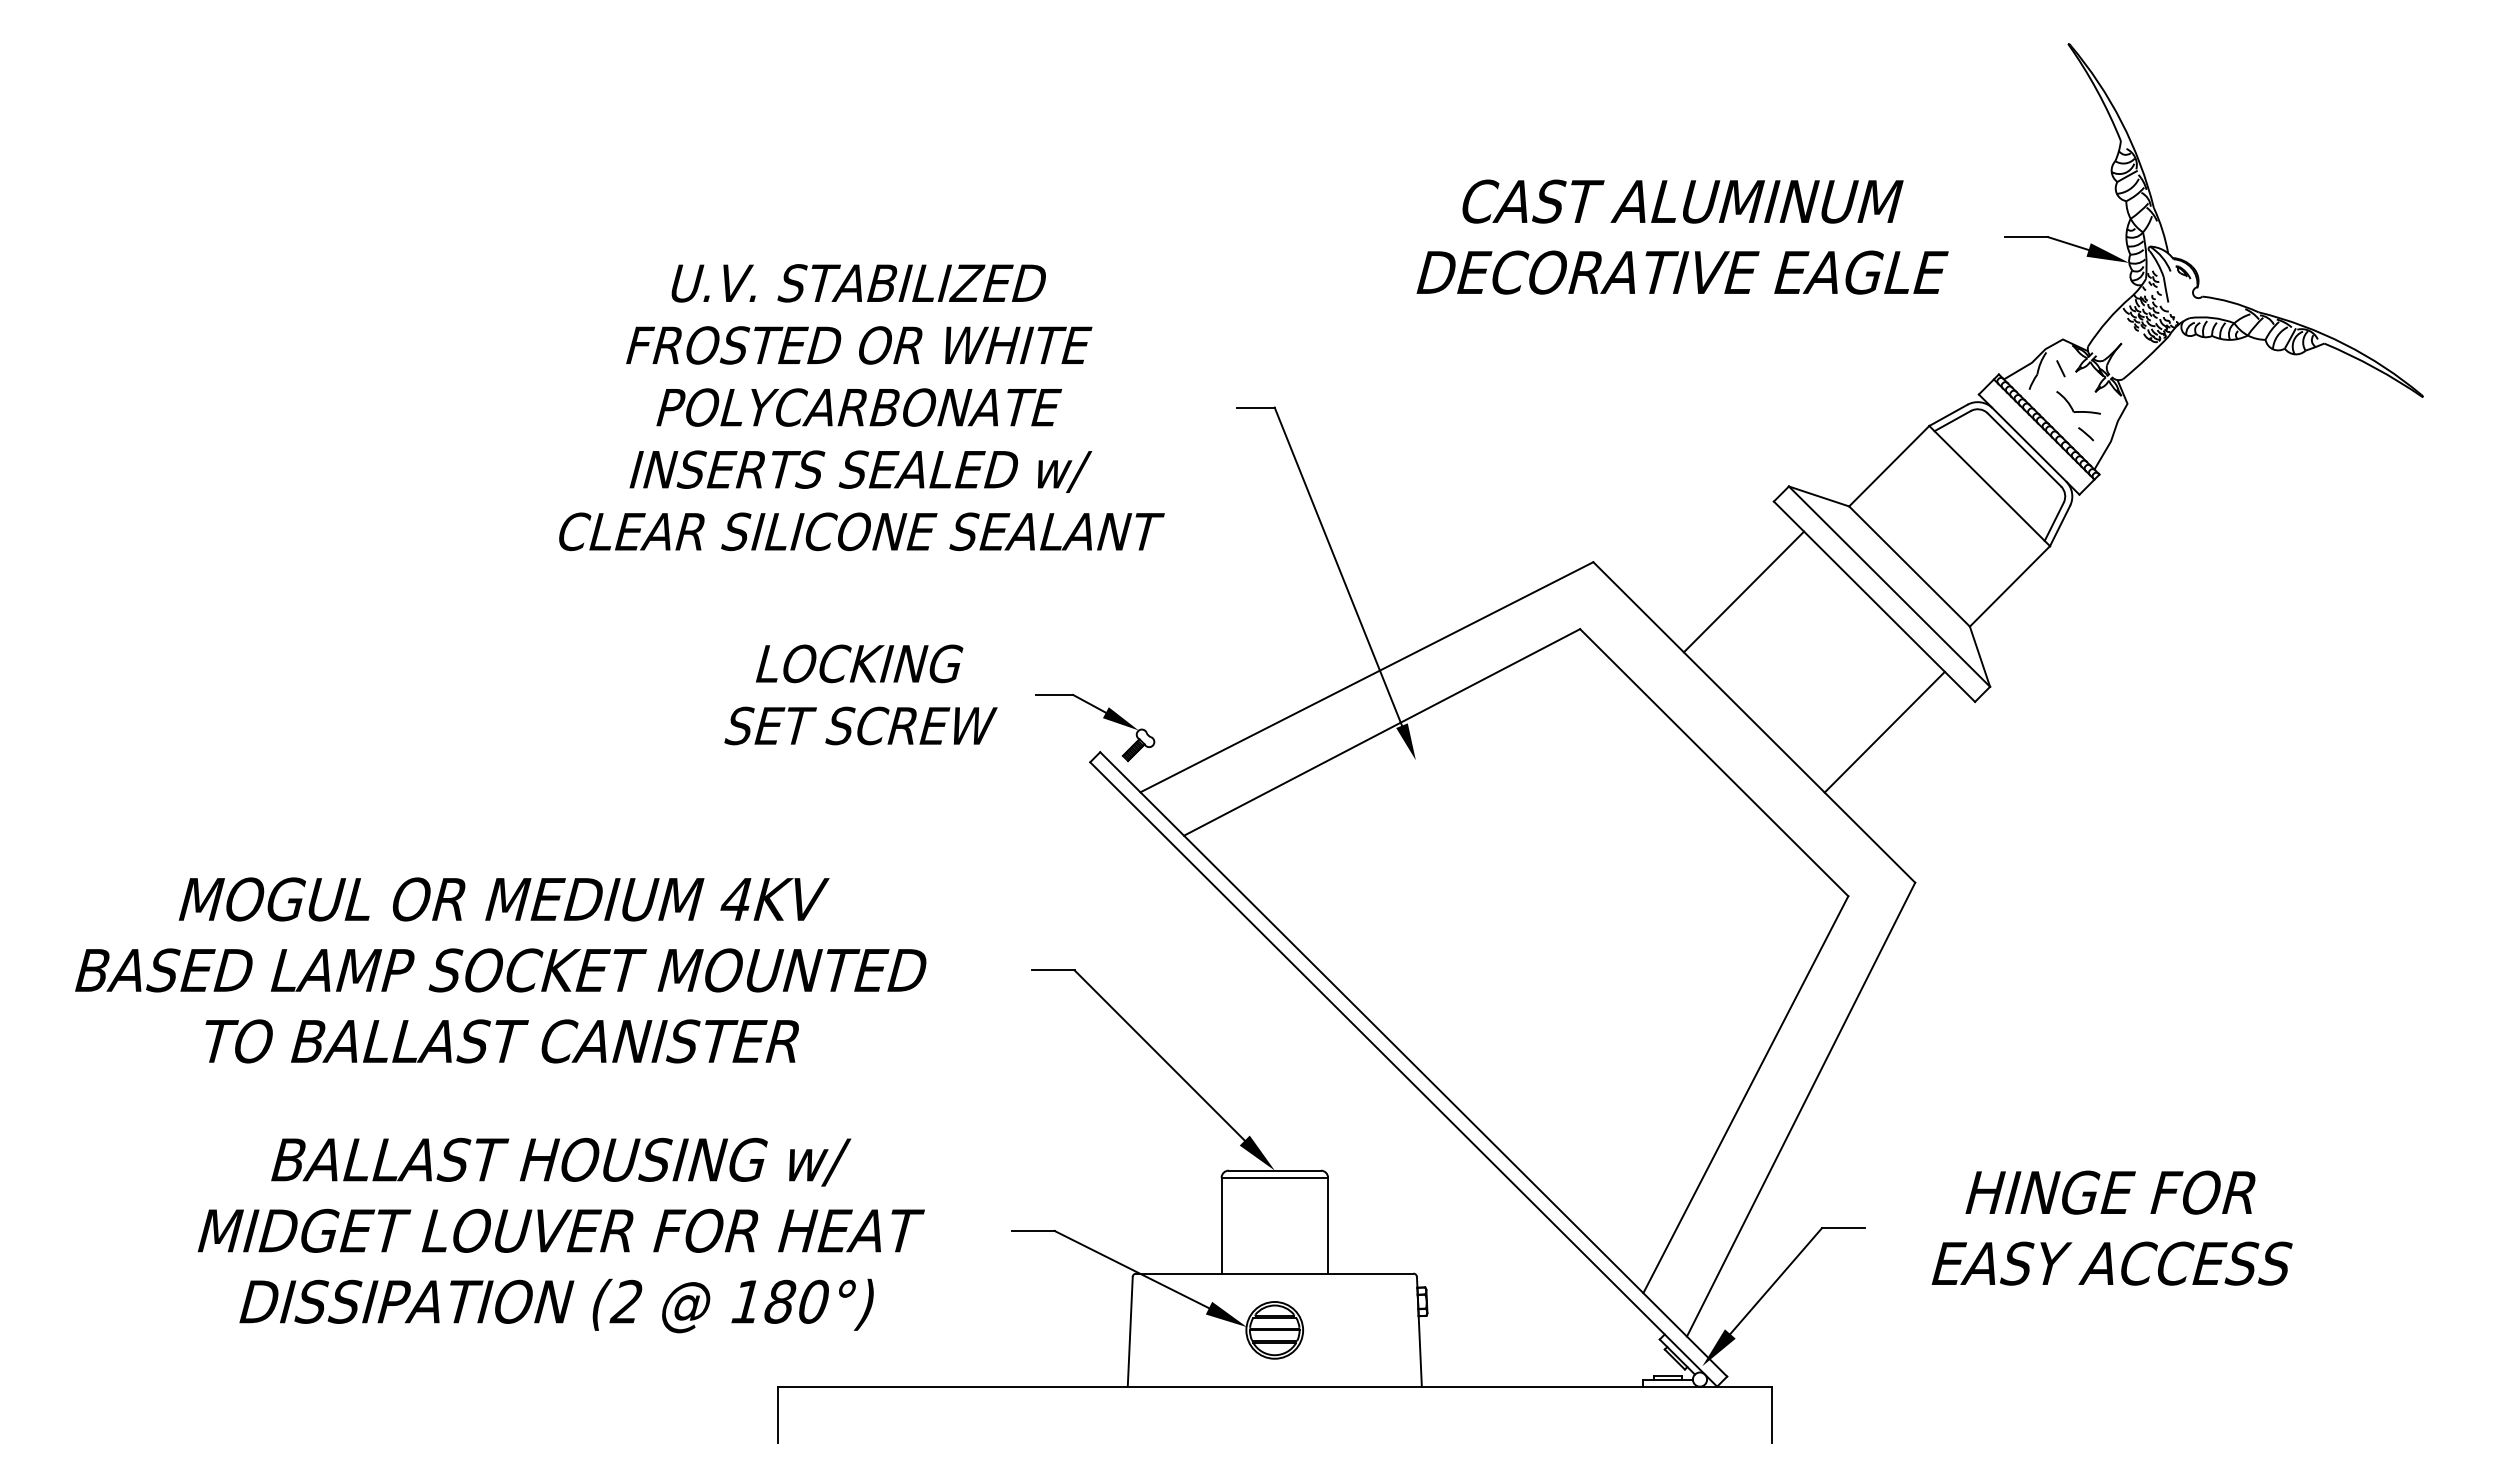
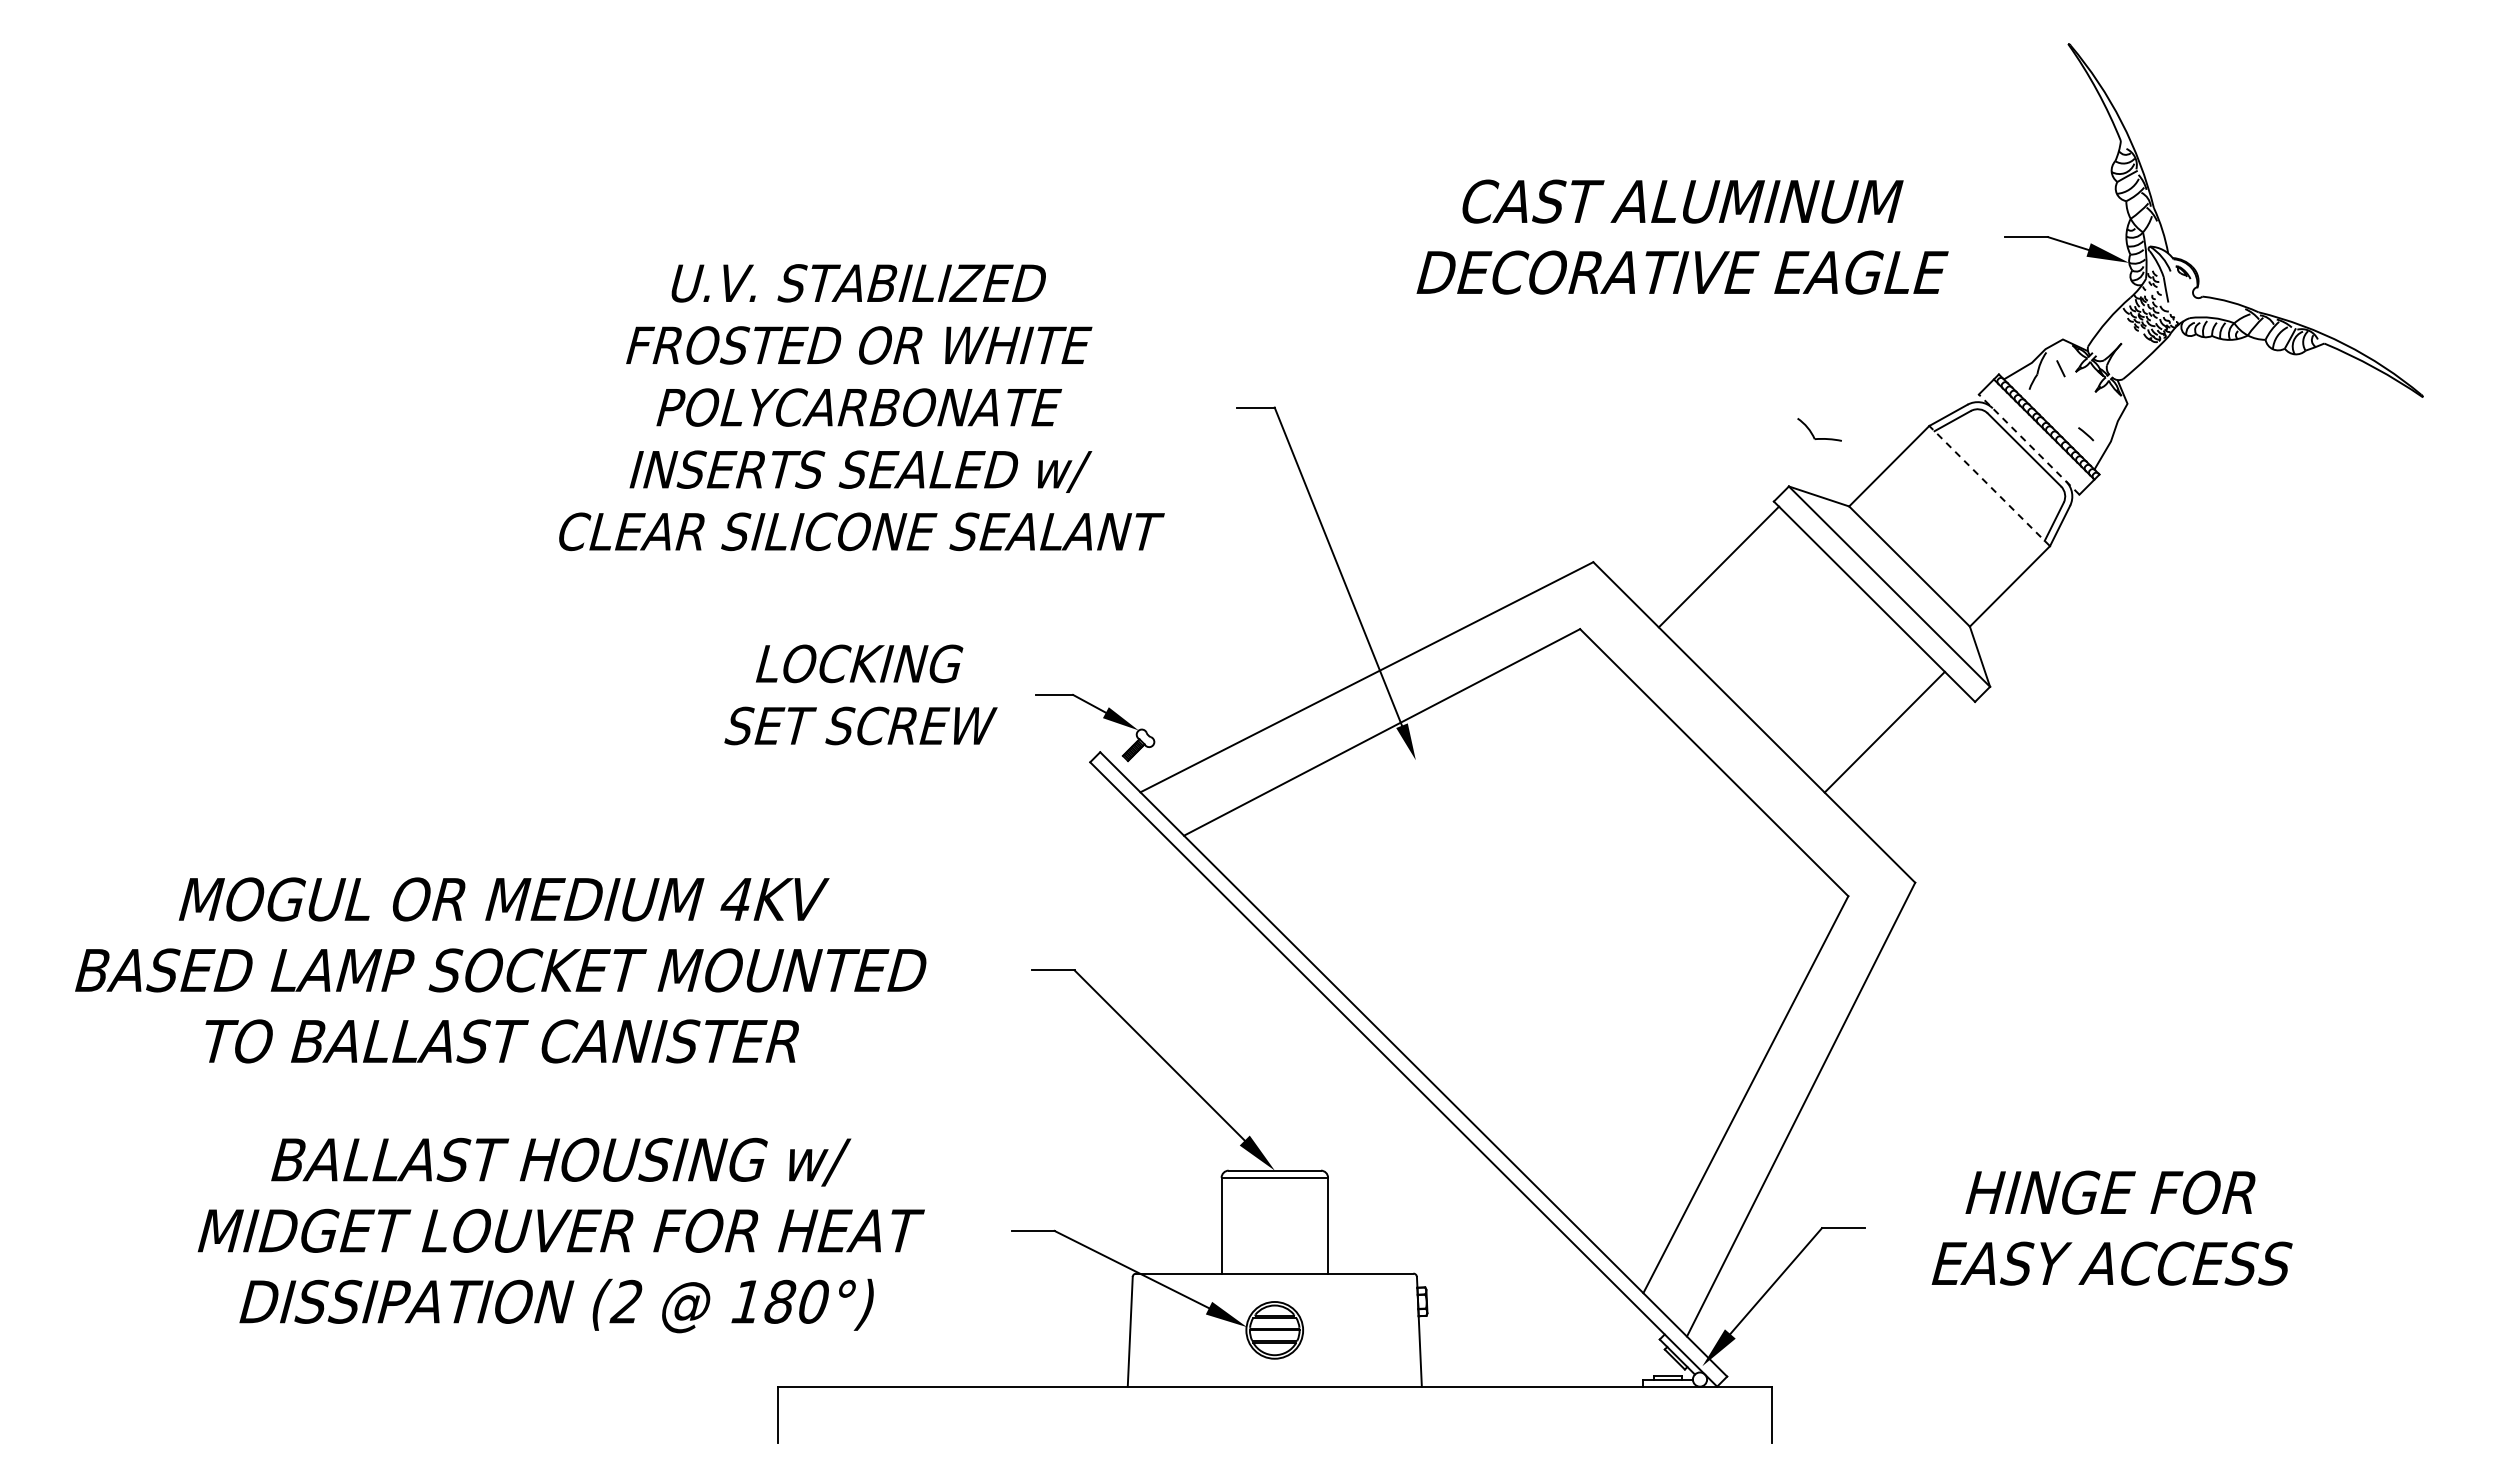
part at (2071, 405) position: (2071, 405) -> (1812, 432)
line at (2029, 444): solid -> dashed
line at (1989, 485): solid -> dashed
line at (1743, 591) position: (1743, 591) -> (1718, 566)
